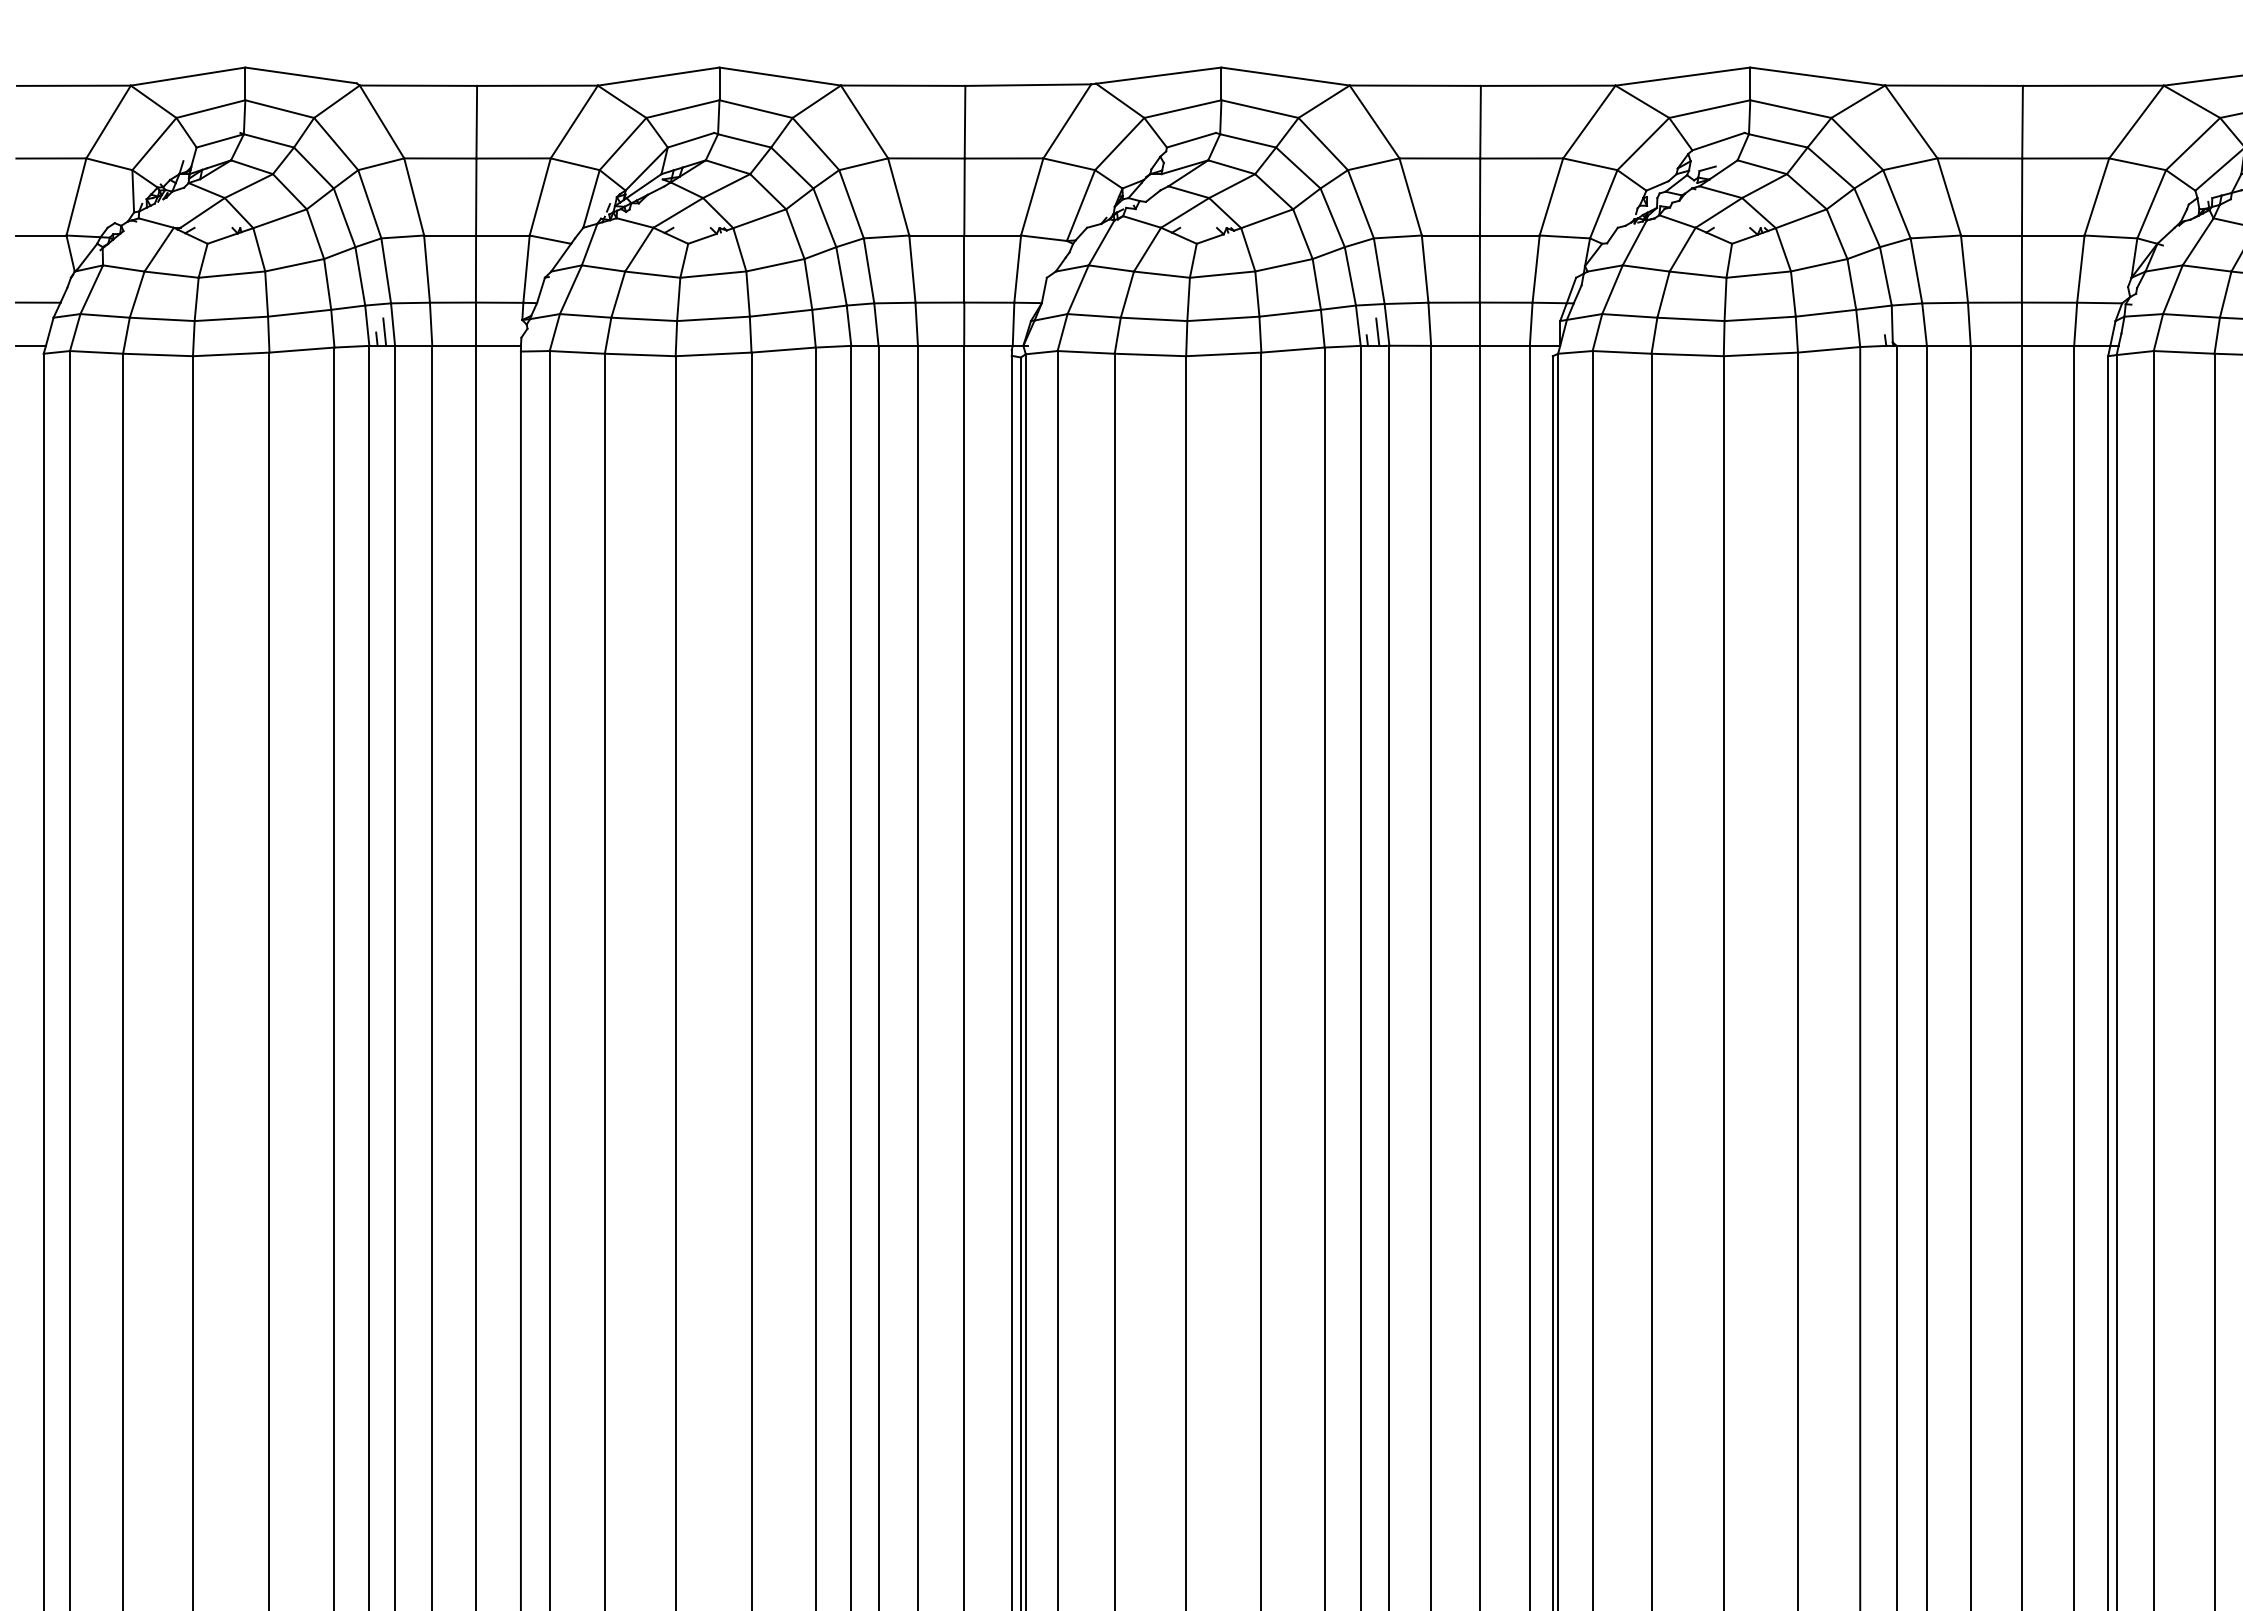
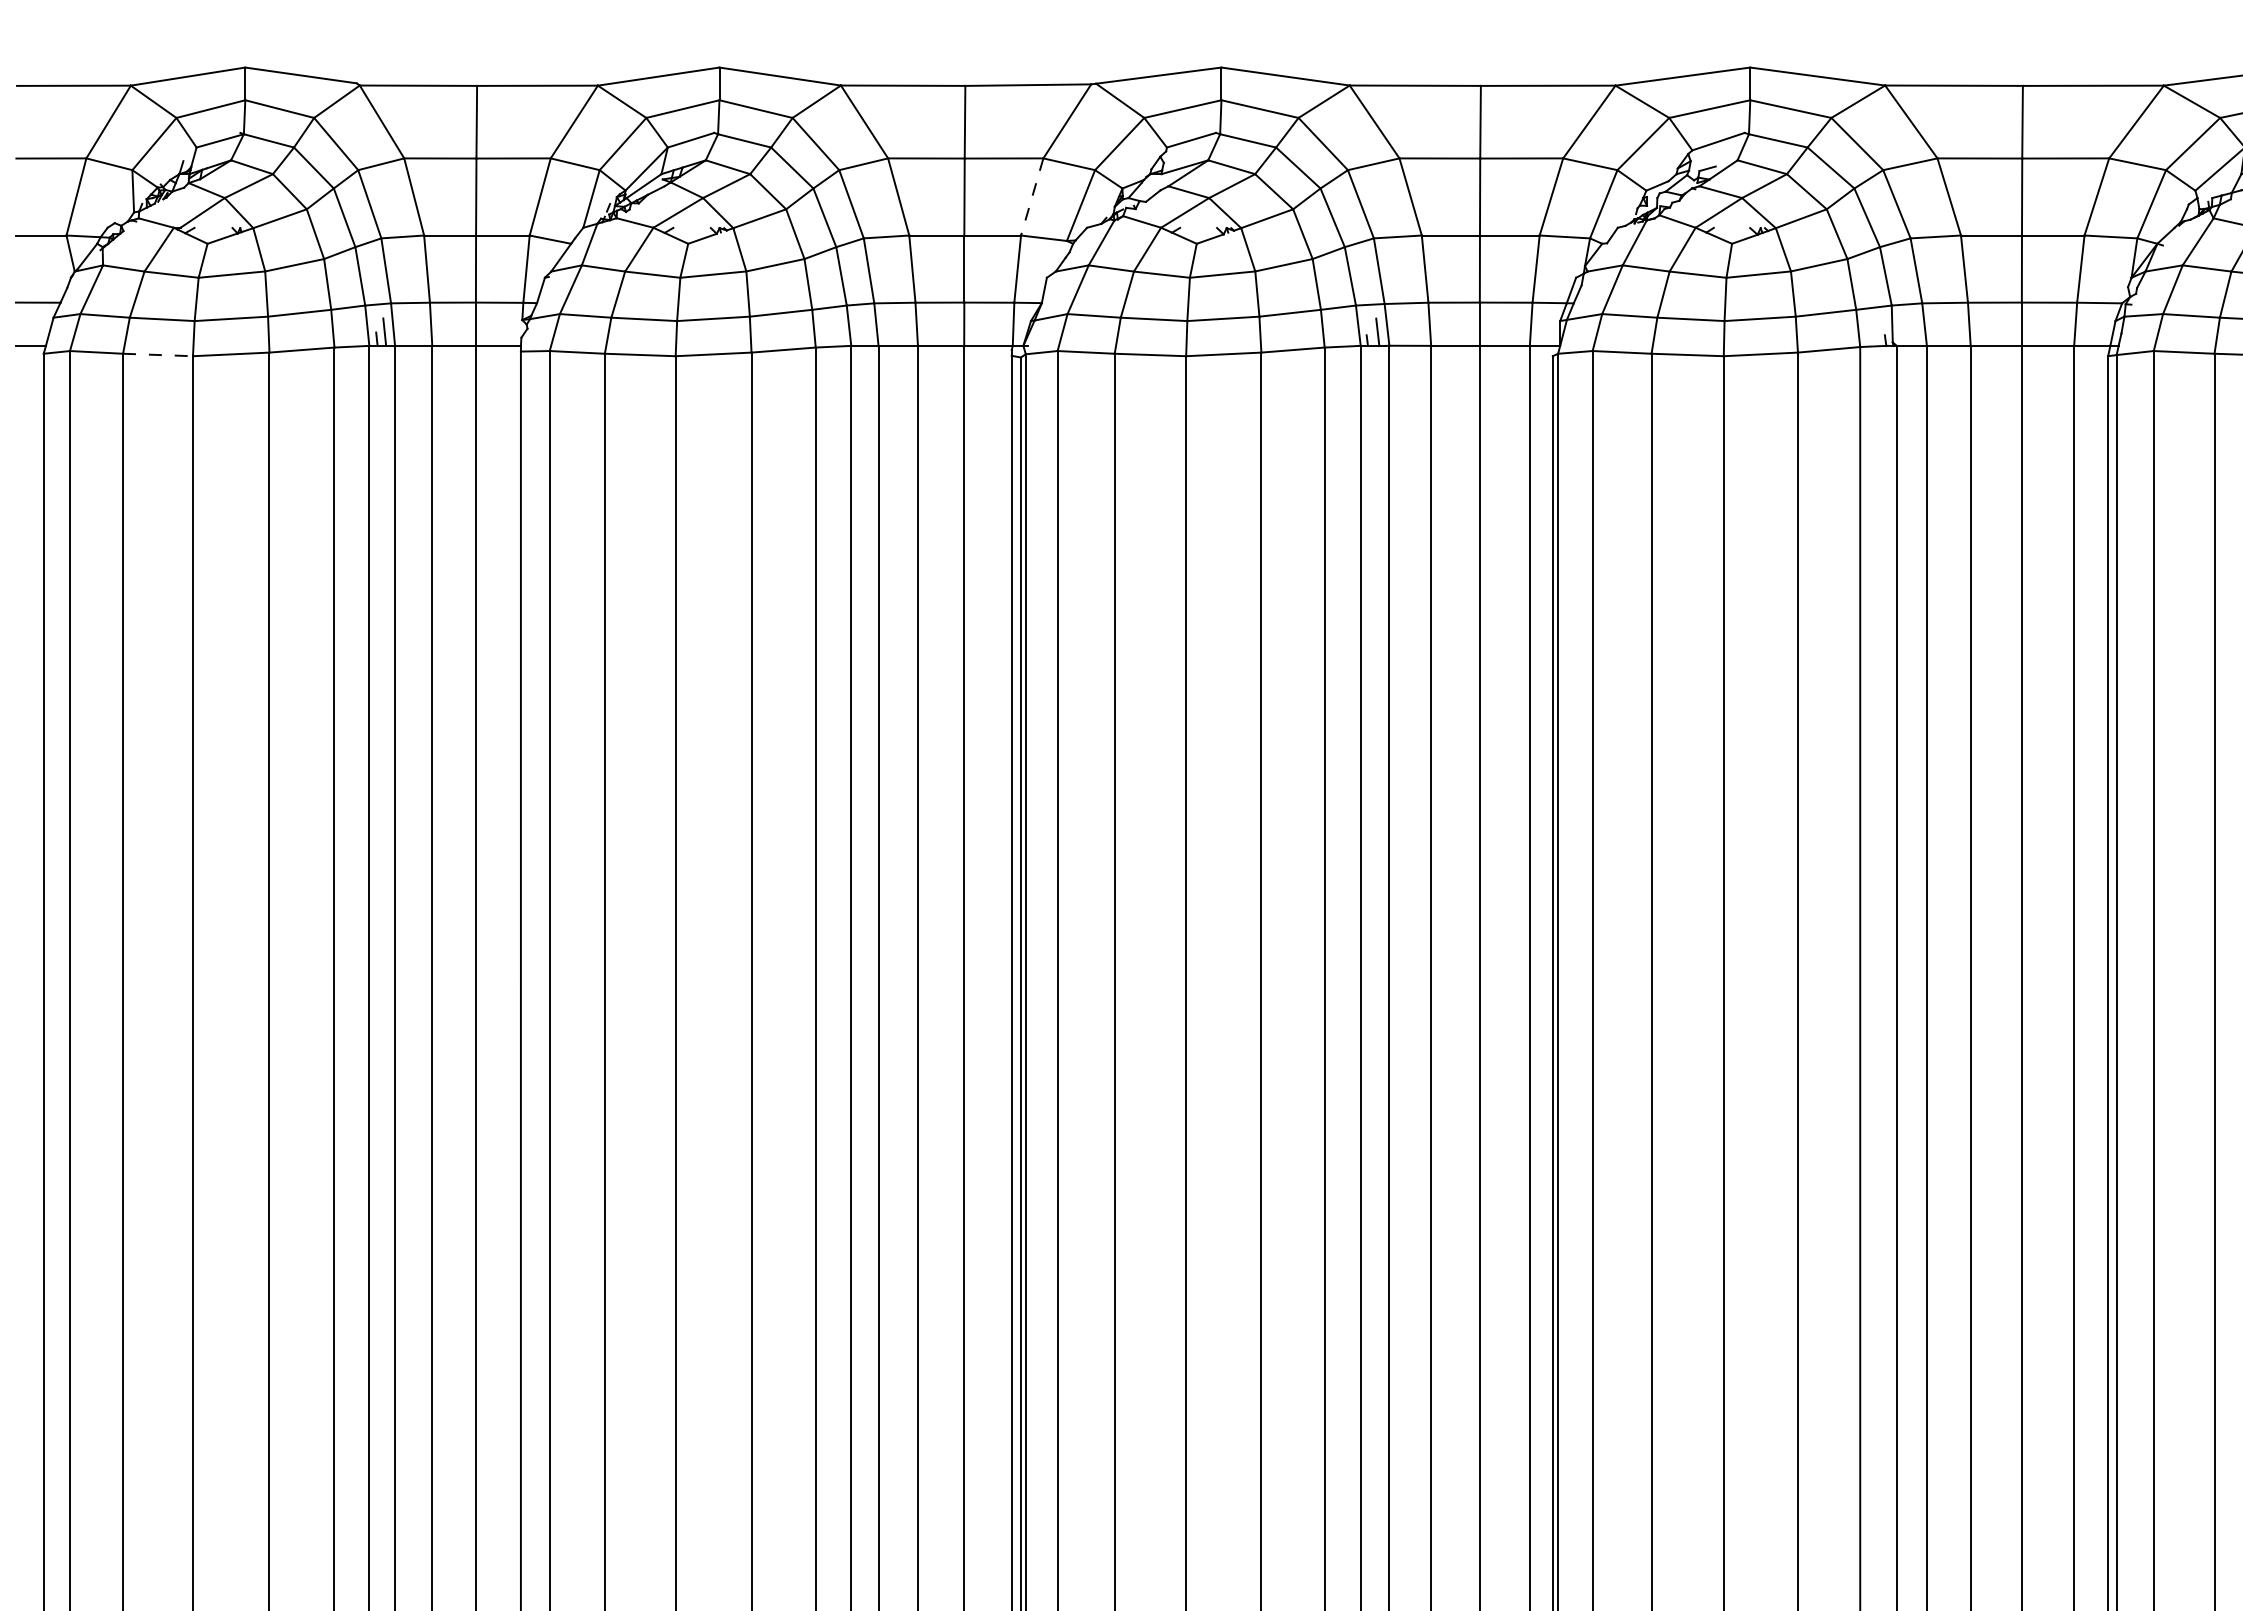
line at (1032, 197): solid -> dashed
line at (158, 354): solid -> dashed
